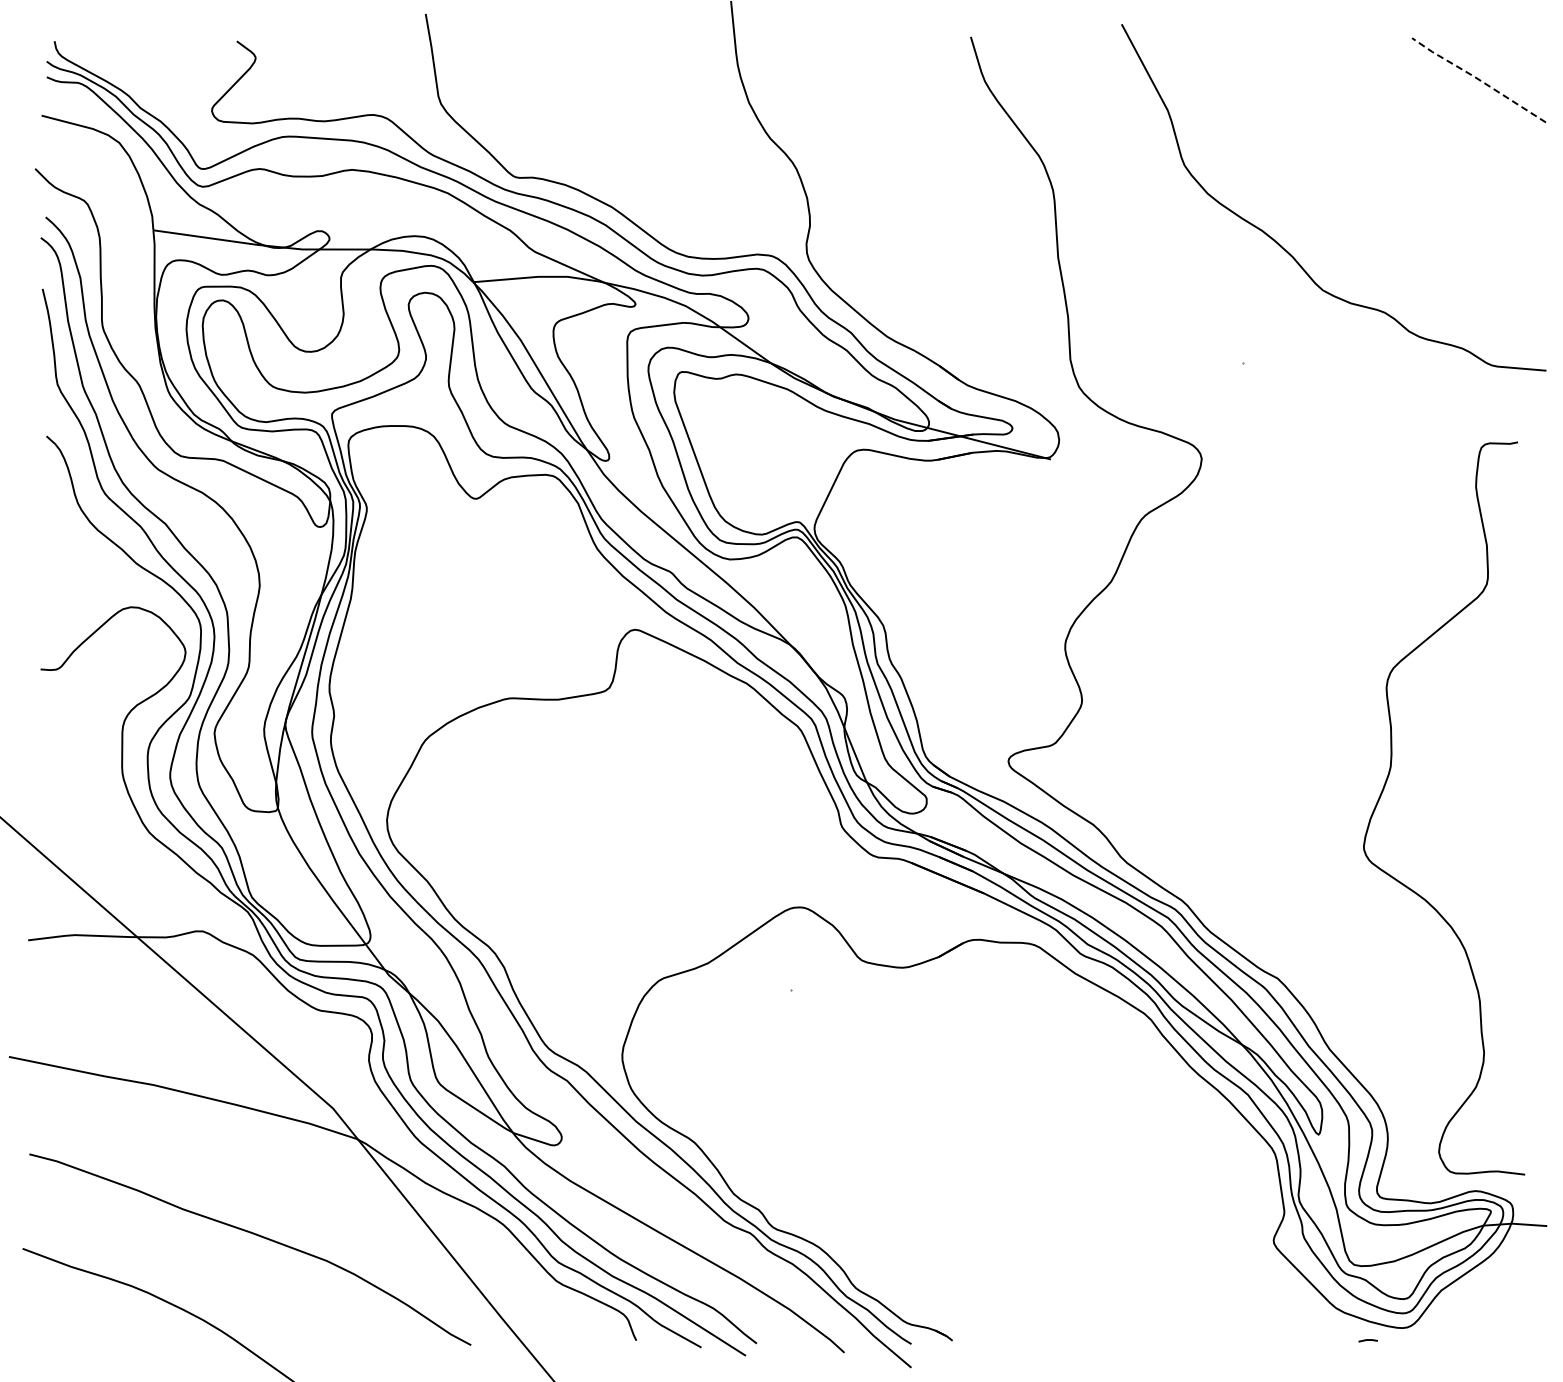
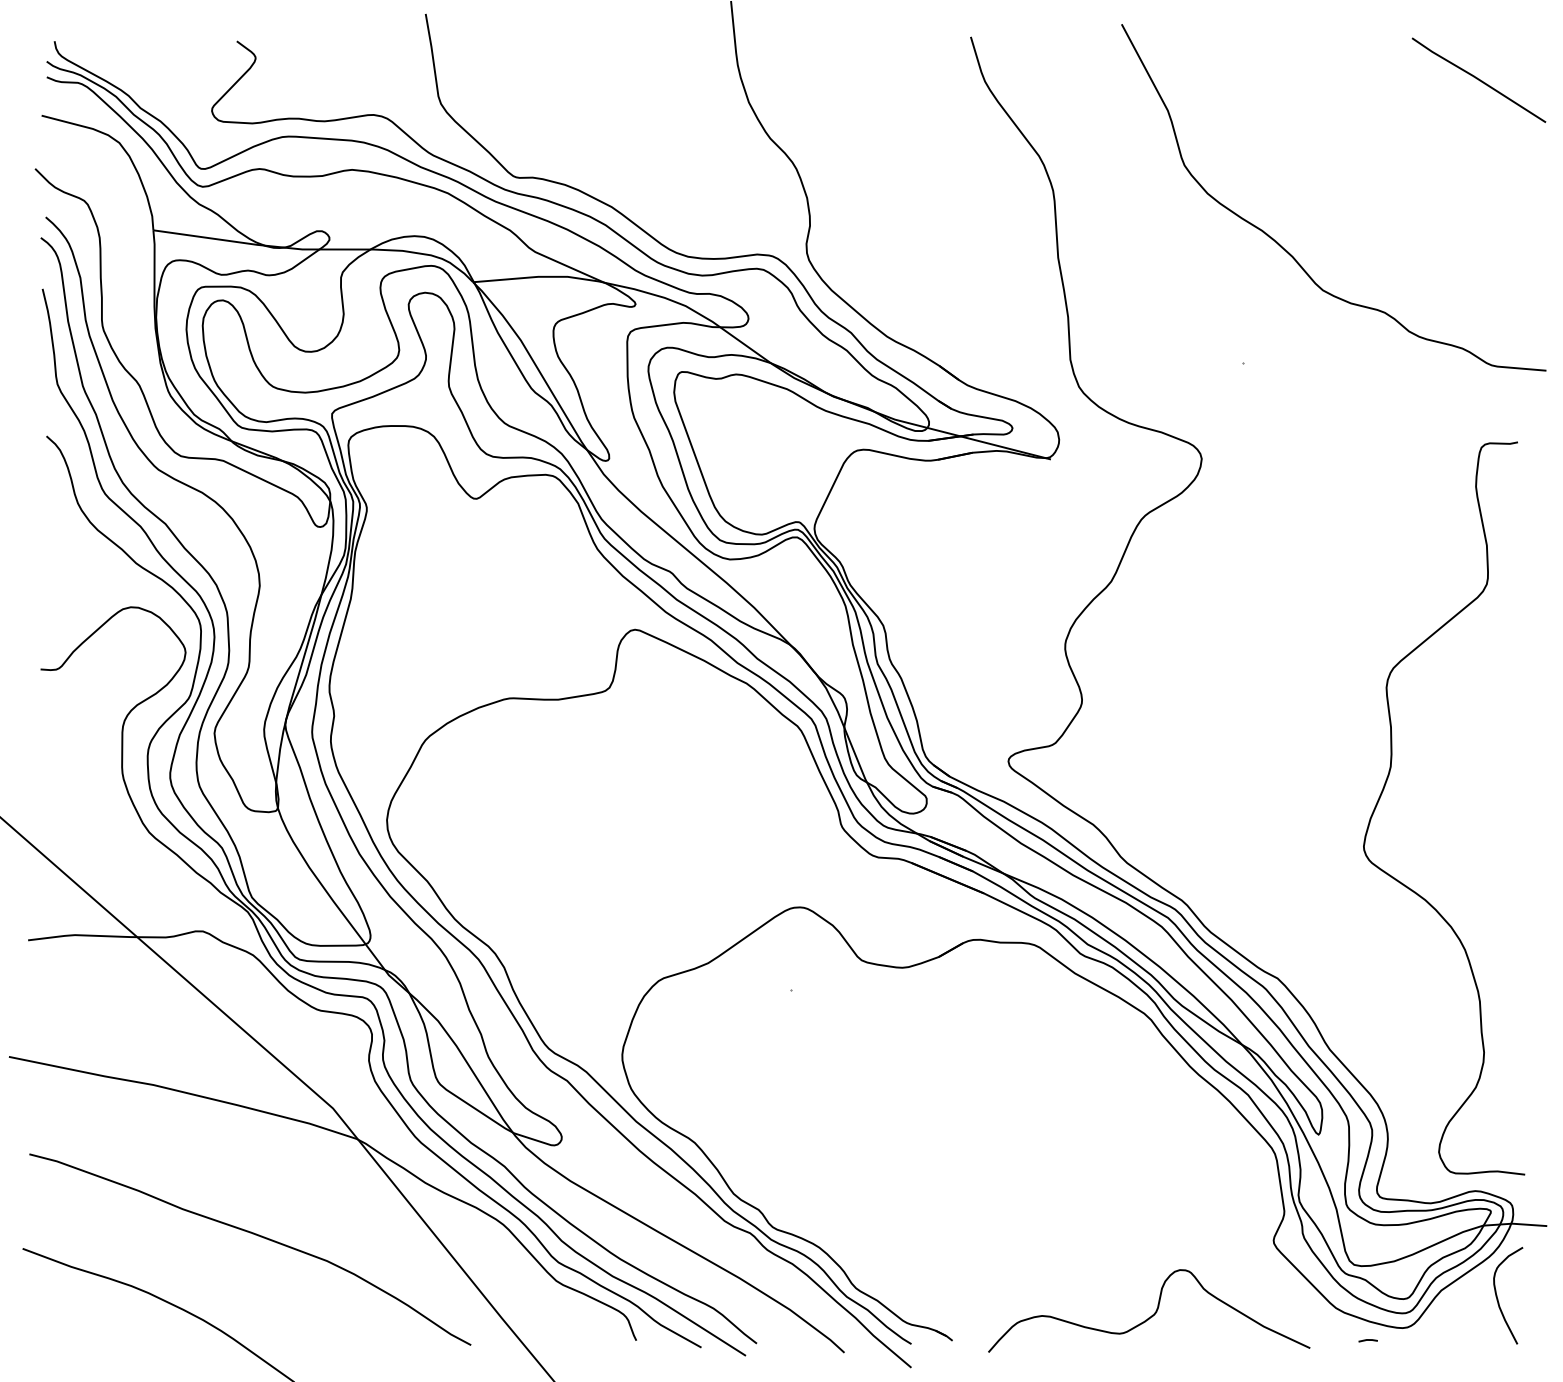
line at (1477, 78): dashed -> solid
curve at (1498, 1298): none -> present
curve at (1153, 1313): none -> present
